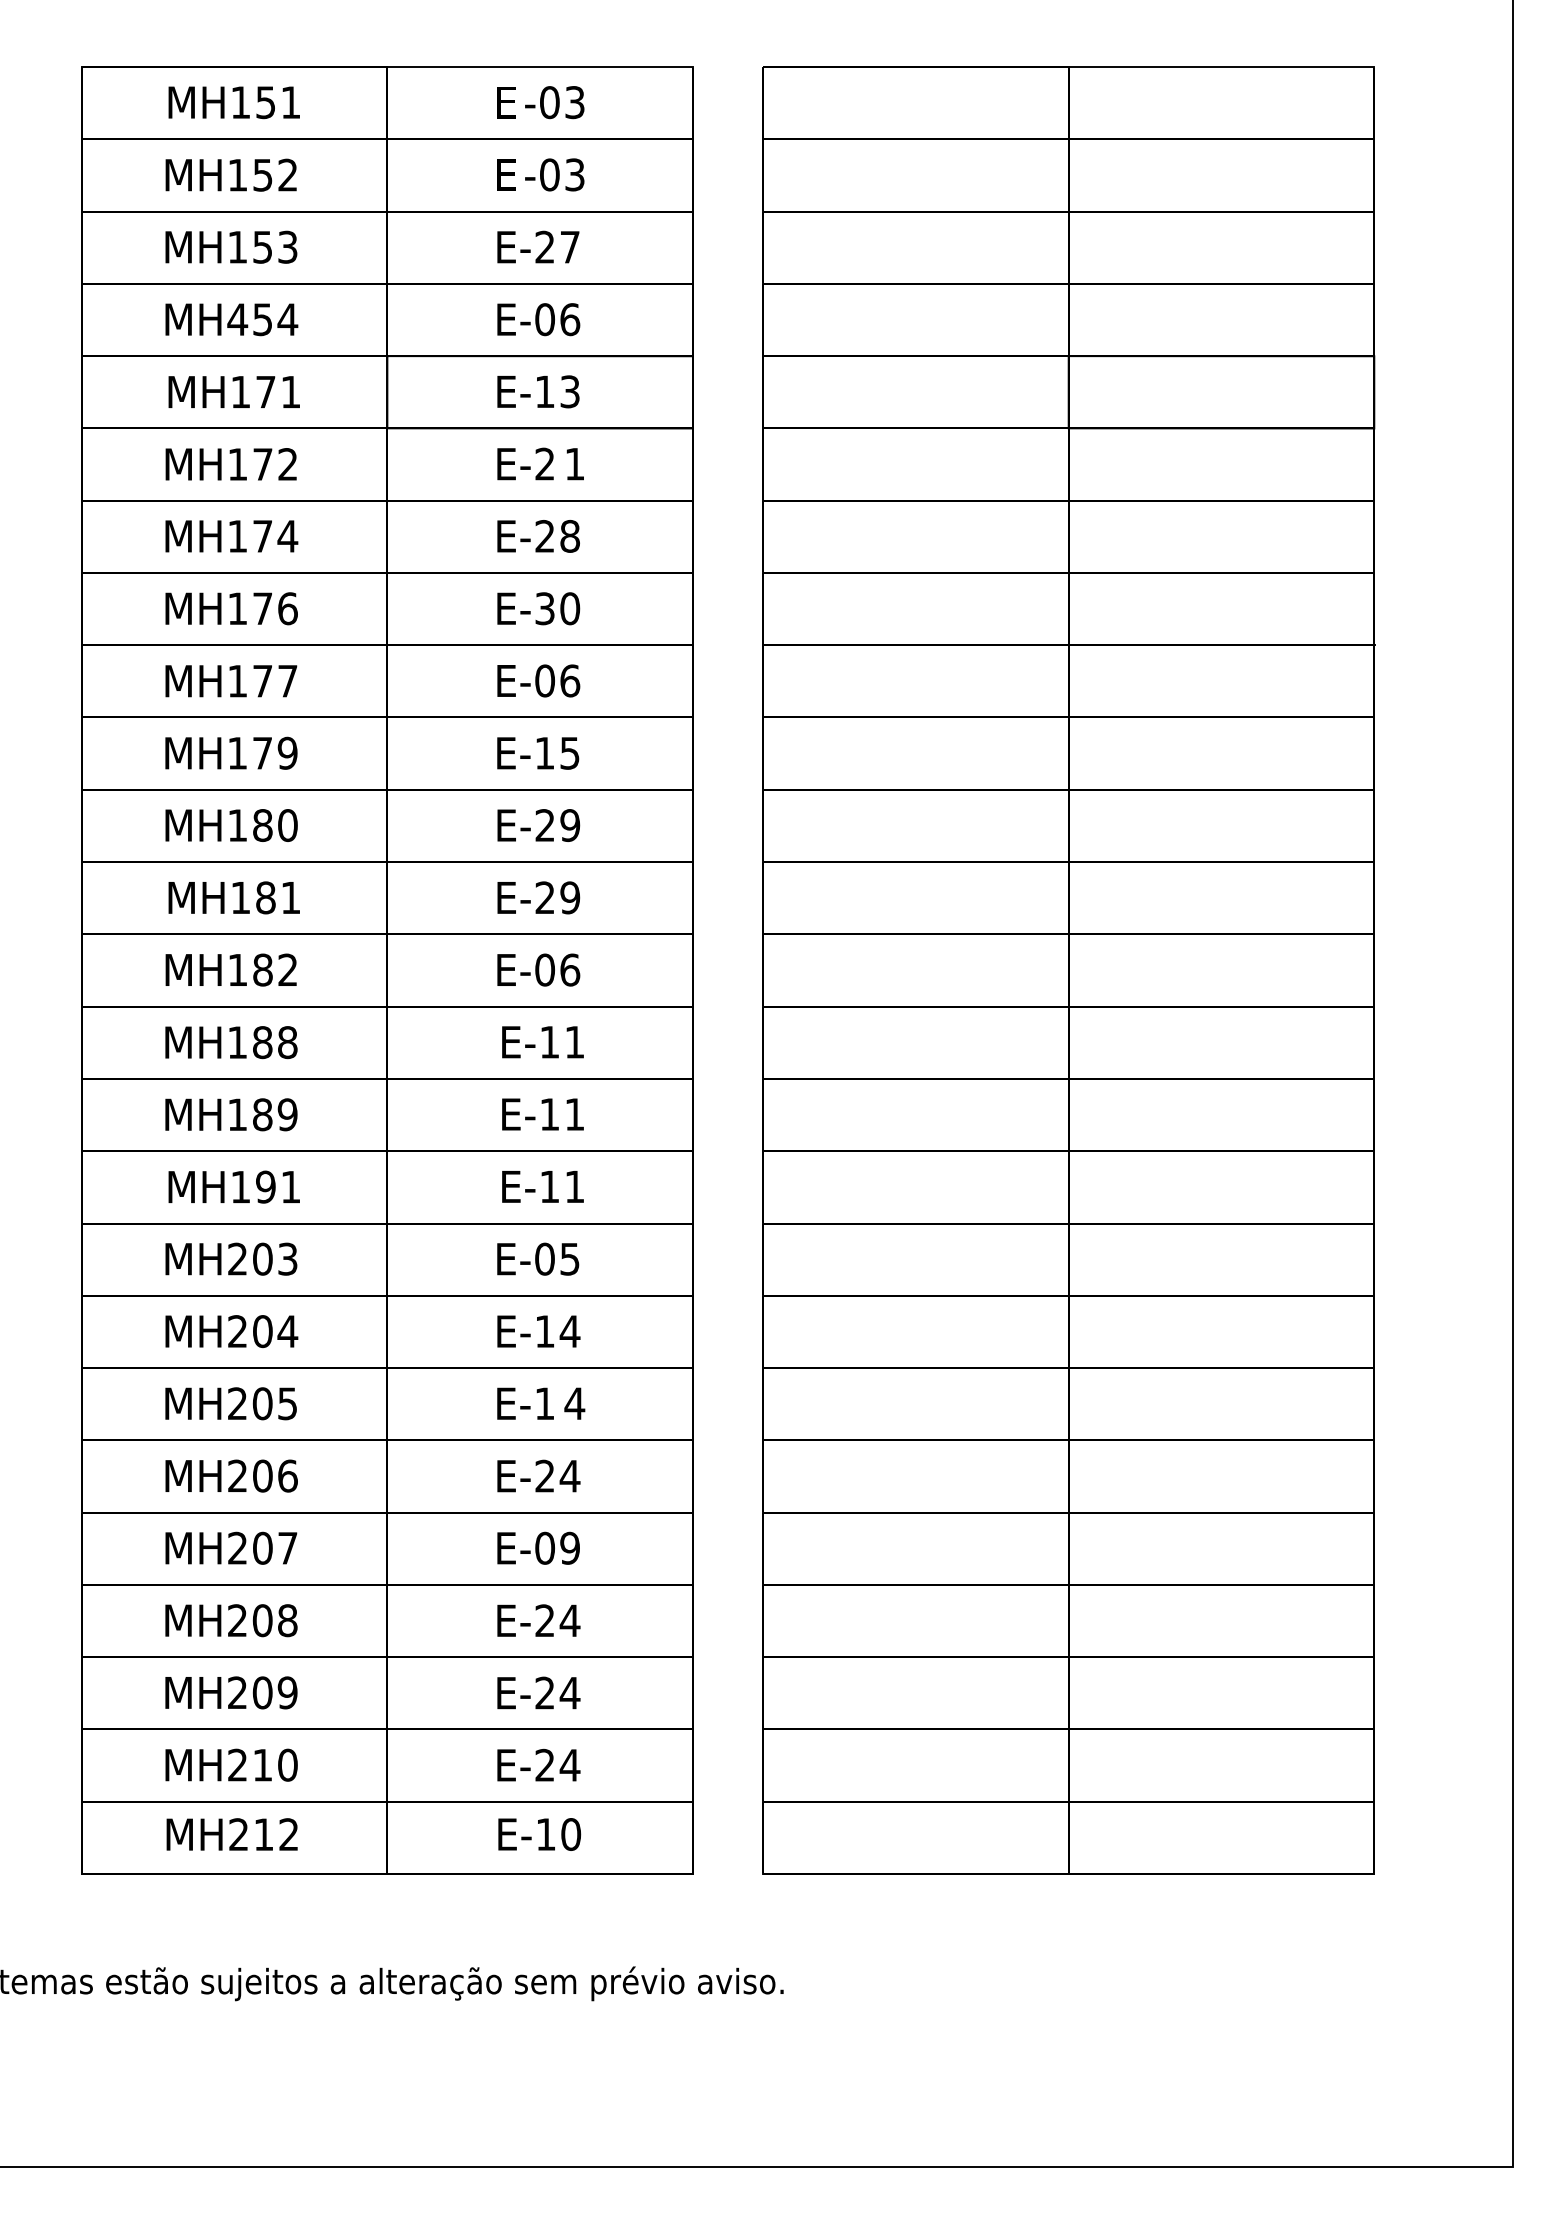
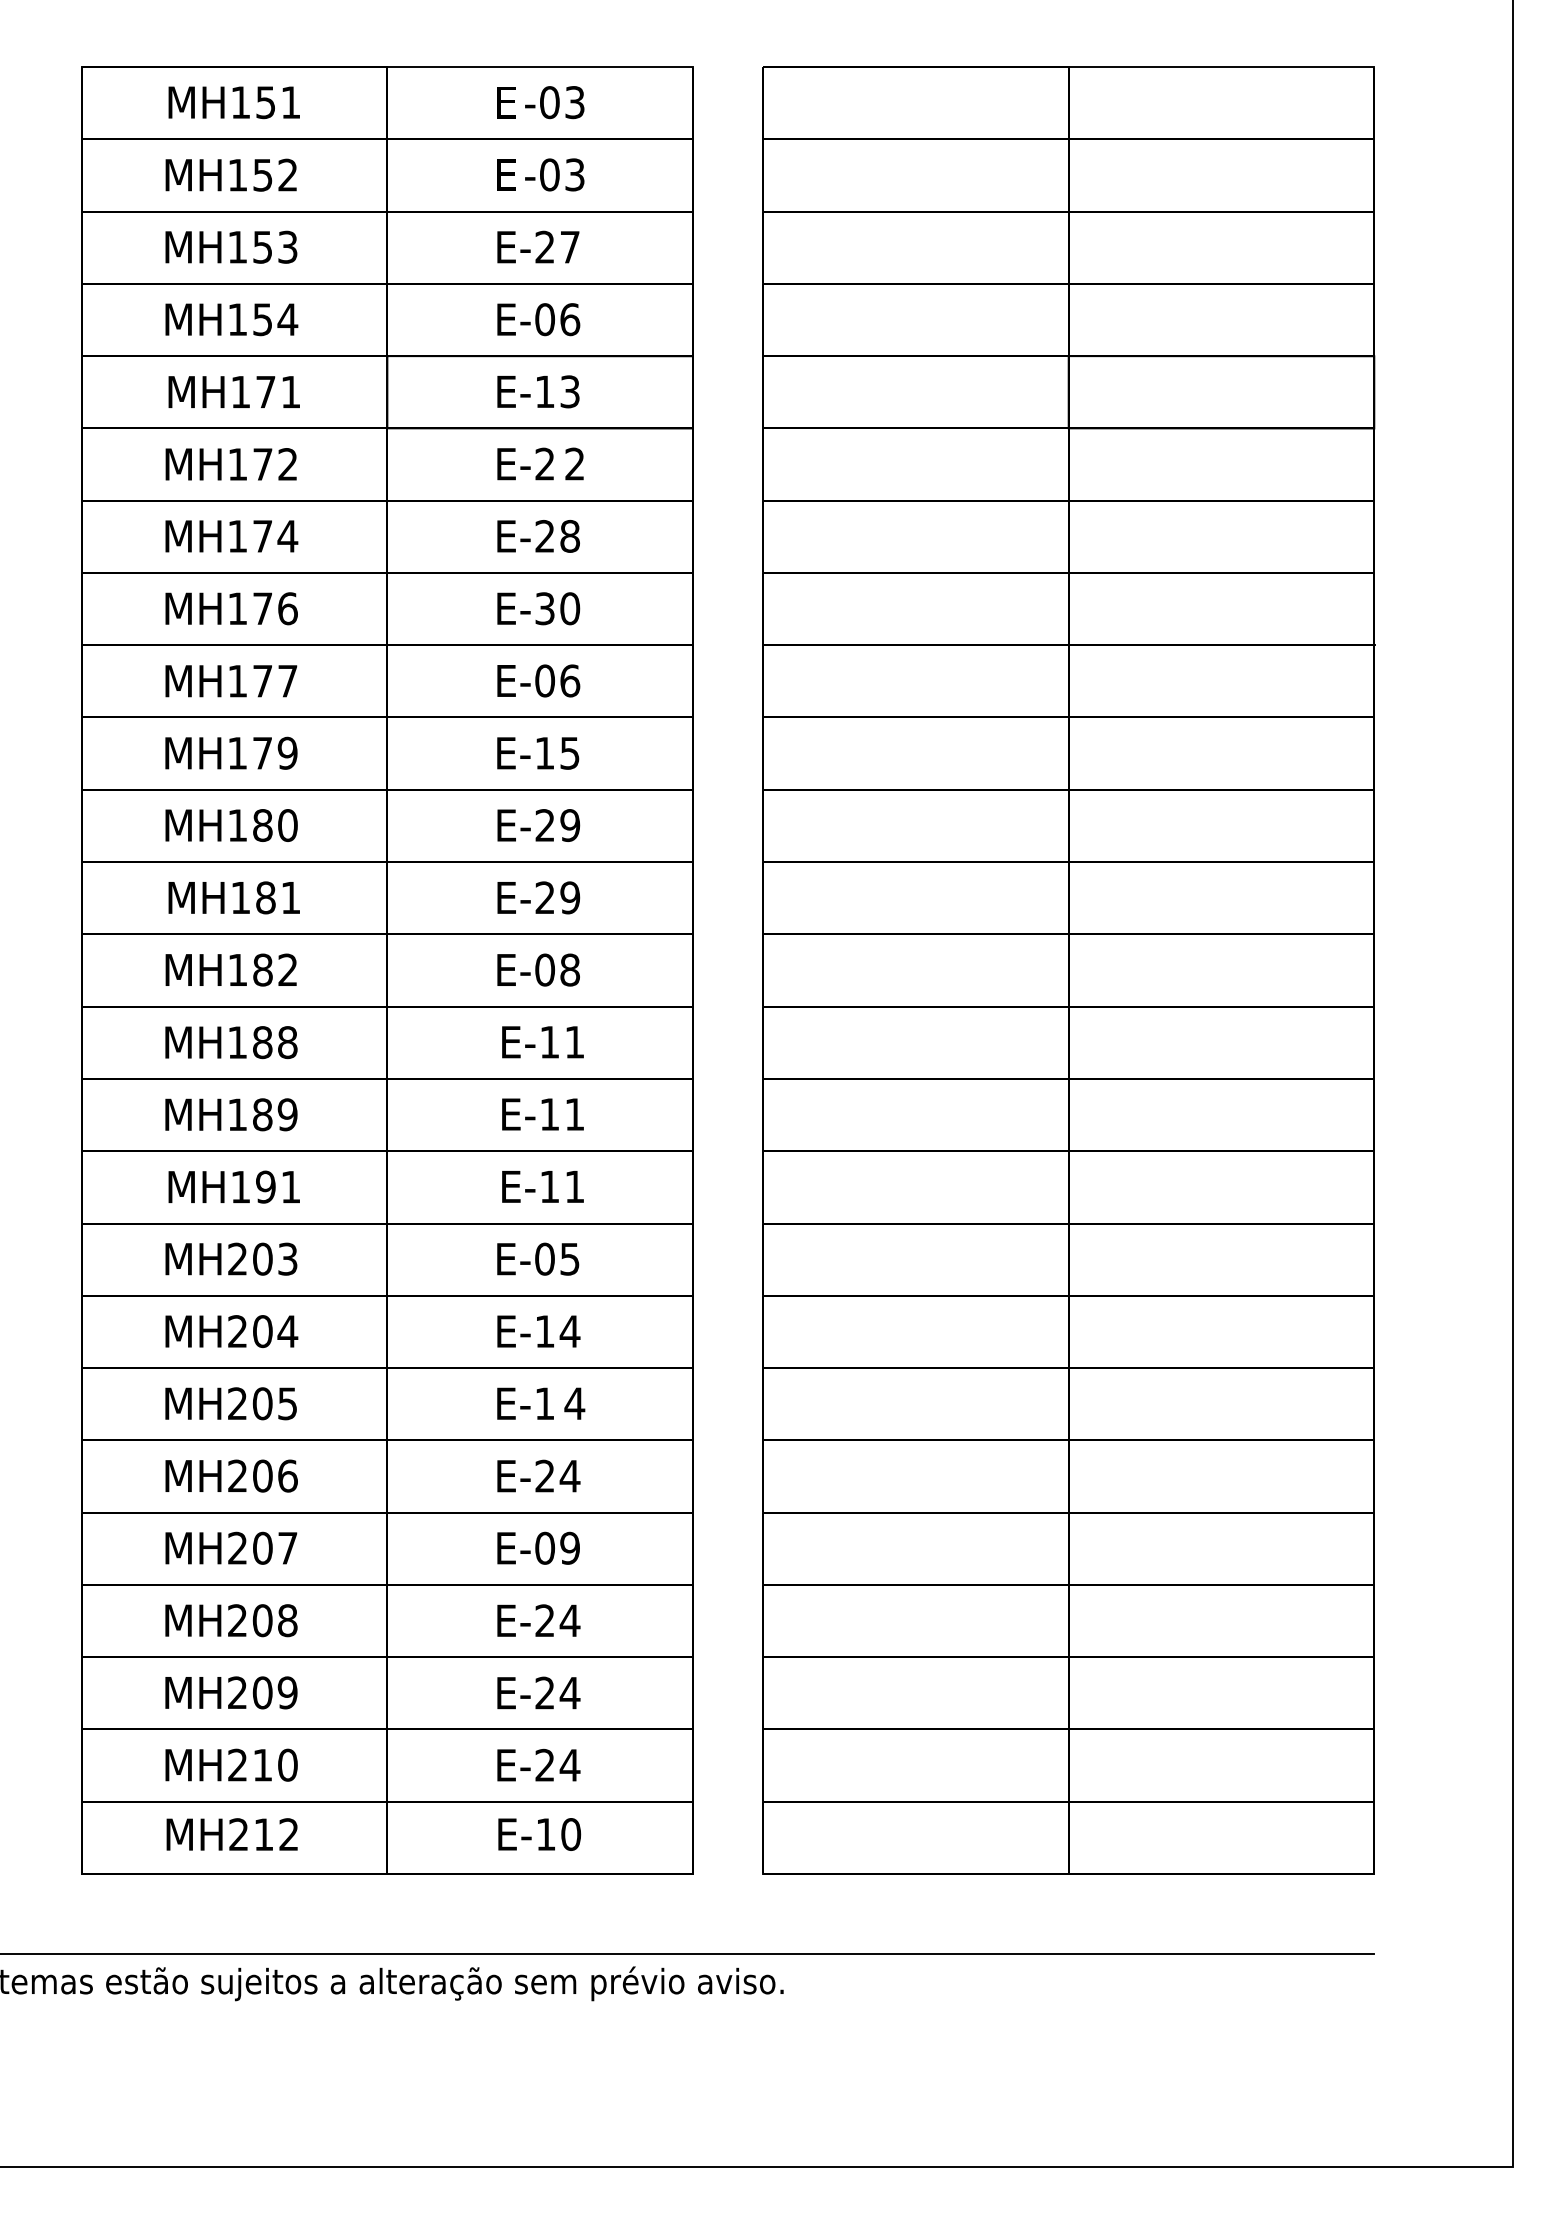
text at (237, 319): MH454 -> MH154
text at (574, 463): 1 -> 2
text at (570, 969): E-06 -> E-08
line at (687, 1953): none -> present
